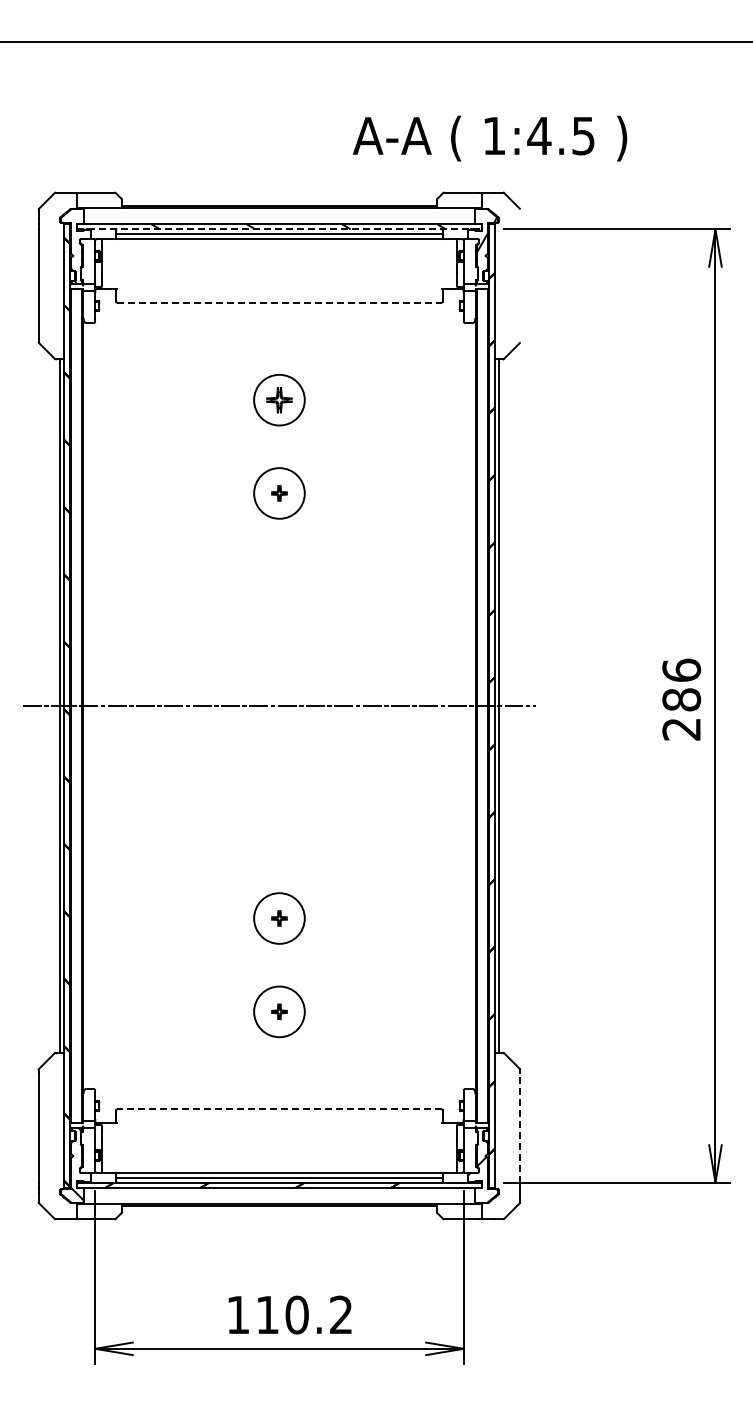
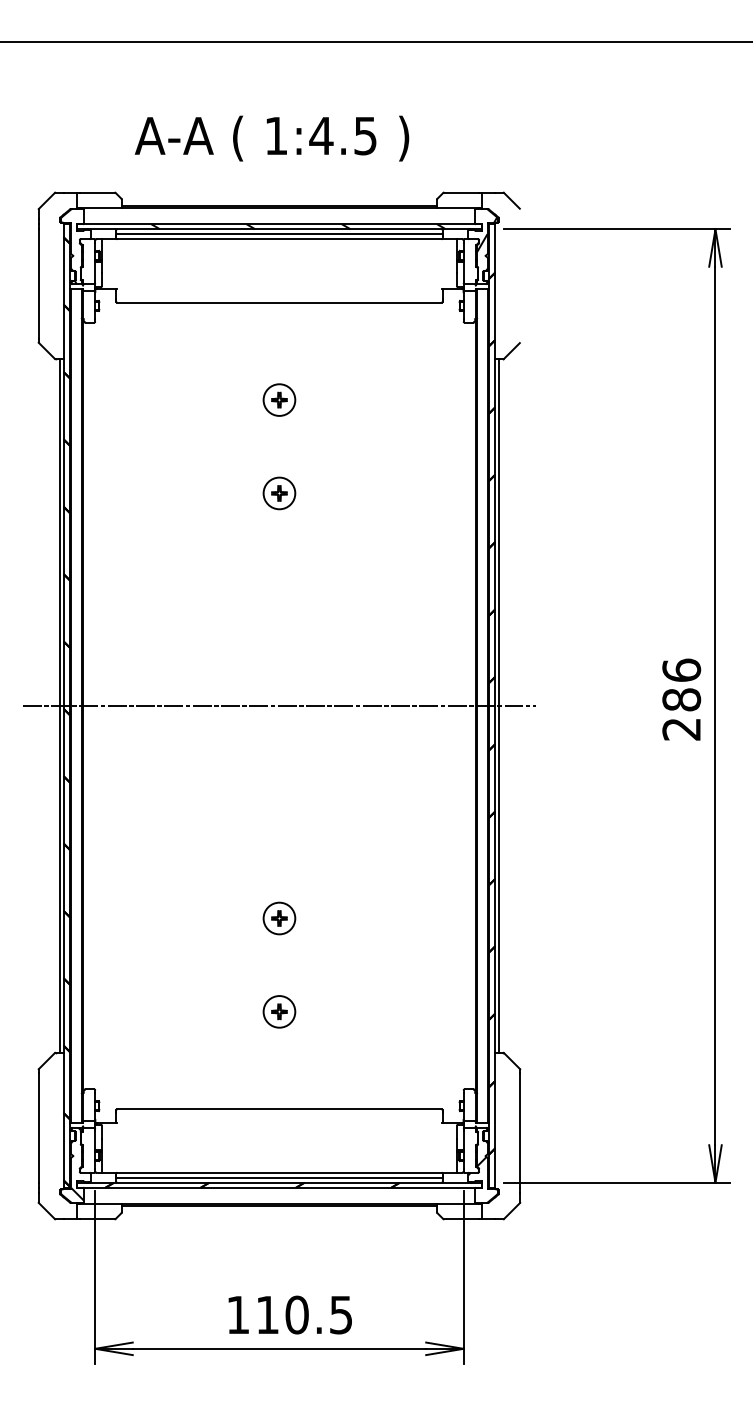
text at (489, 138) position: (489, 138) -> (271, 138)
line at (279, 229): dashed -> solid
line at (279, 302): dashed -> solid
part at (279, 400) size: 53x53 px -> 35x34 px
circle at (279, 493) diameter: 51 px -> 32 px
circle at (279, 918) diameter: 51 px -> 32 px
circle at (279, 1011) diameter: 51 px -> 32 px
line at (278, 1109): dashed -> solid
line at (520, 1127): dashed -> solid
text at (340, 1314): 110.2 -> 110.5
